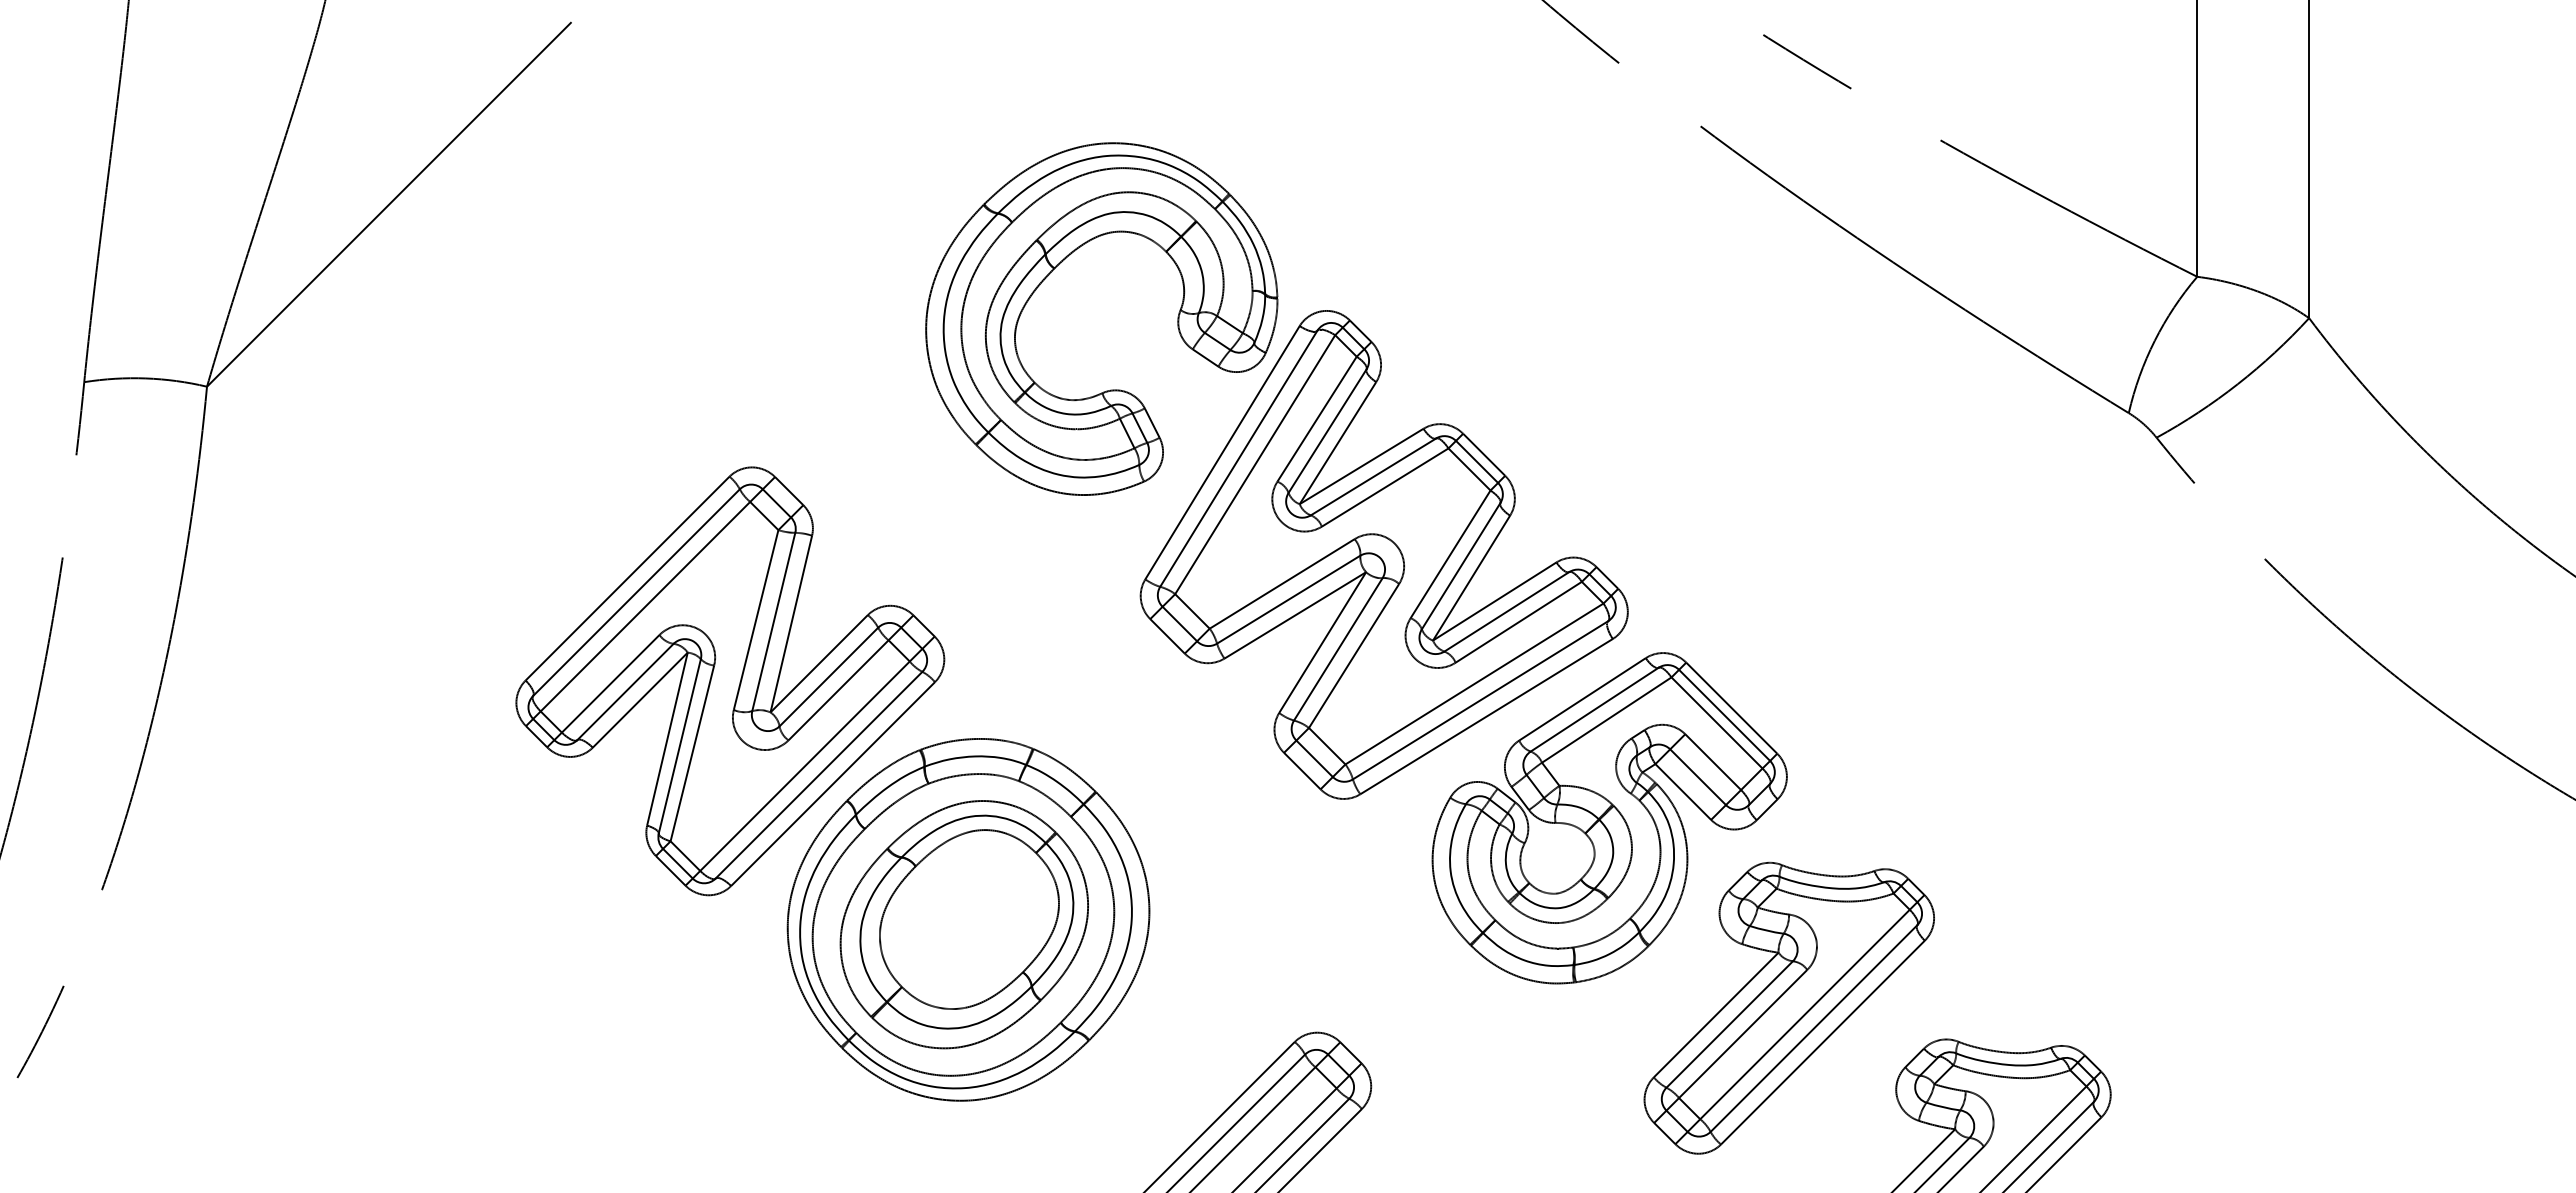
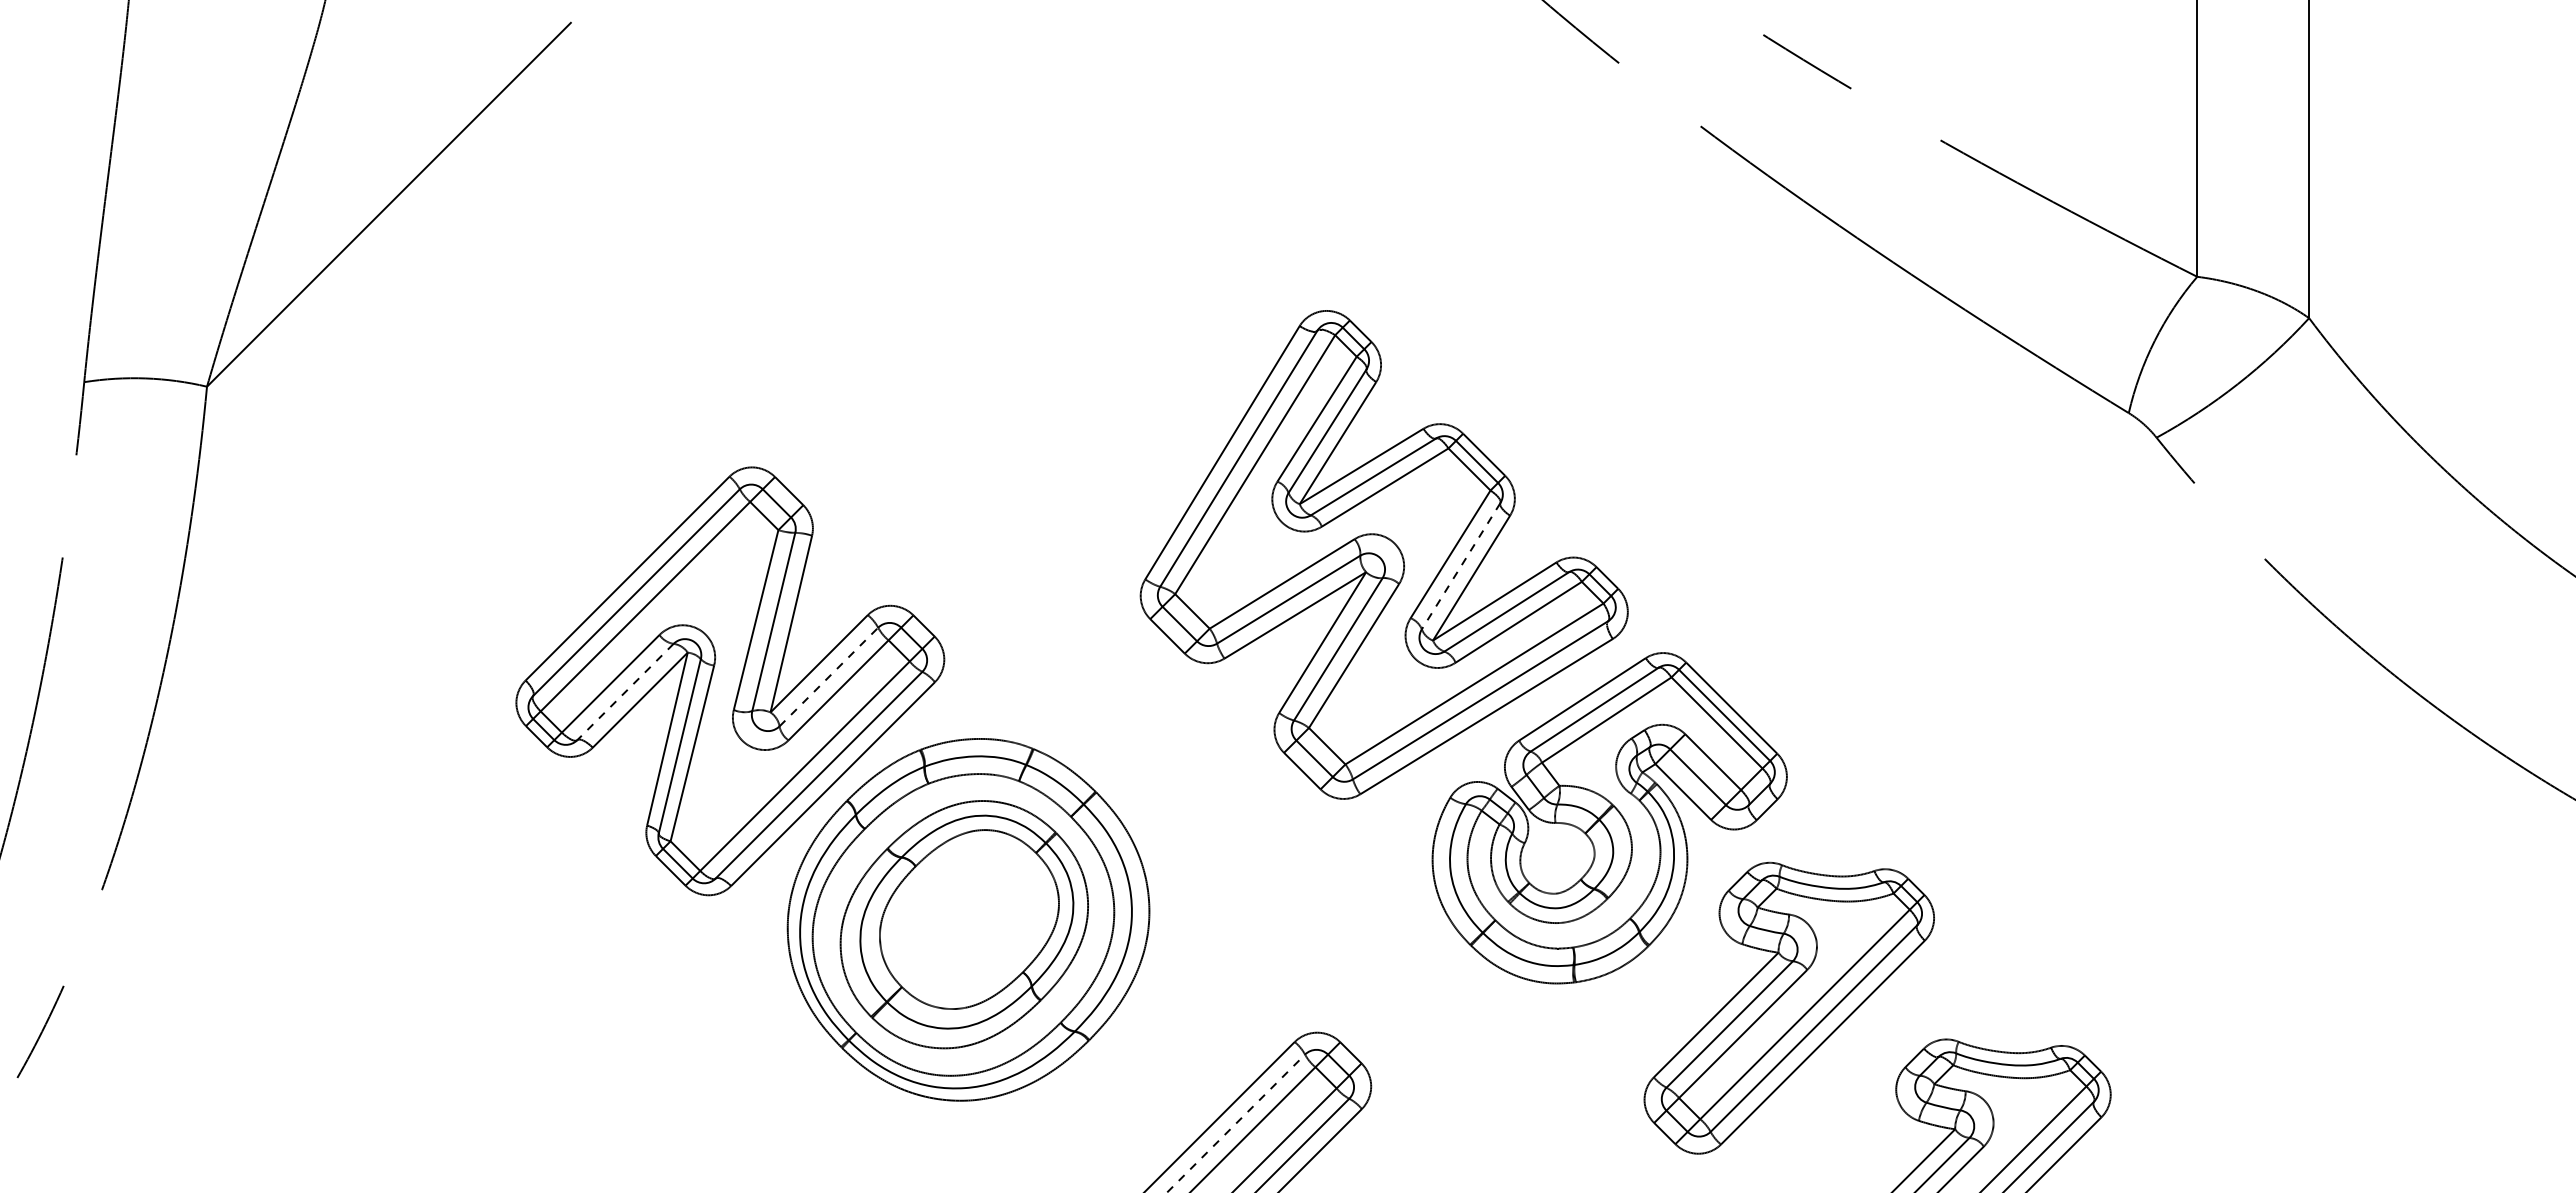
part at (1048, 276): present -> none
line at (1460, 566): solid -> dashed
line at (828, 677): solid -> dashed
line at (625, 692): solid -> dashed
line at (1235, 1123): solid -> dashed
